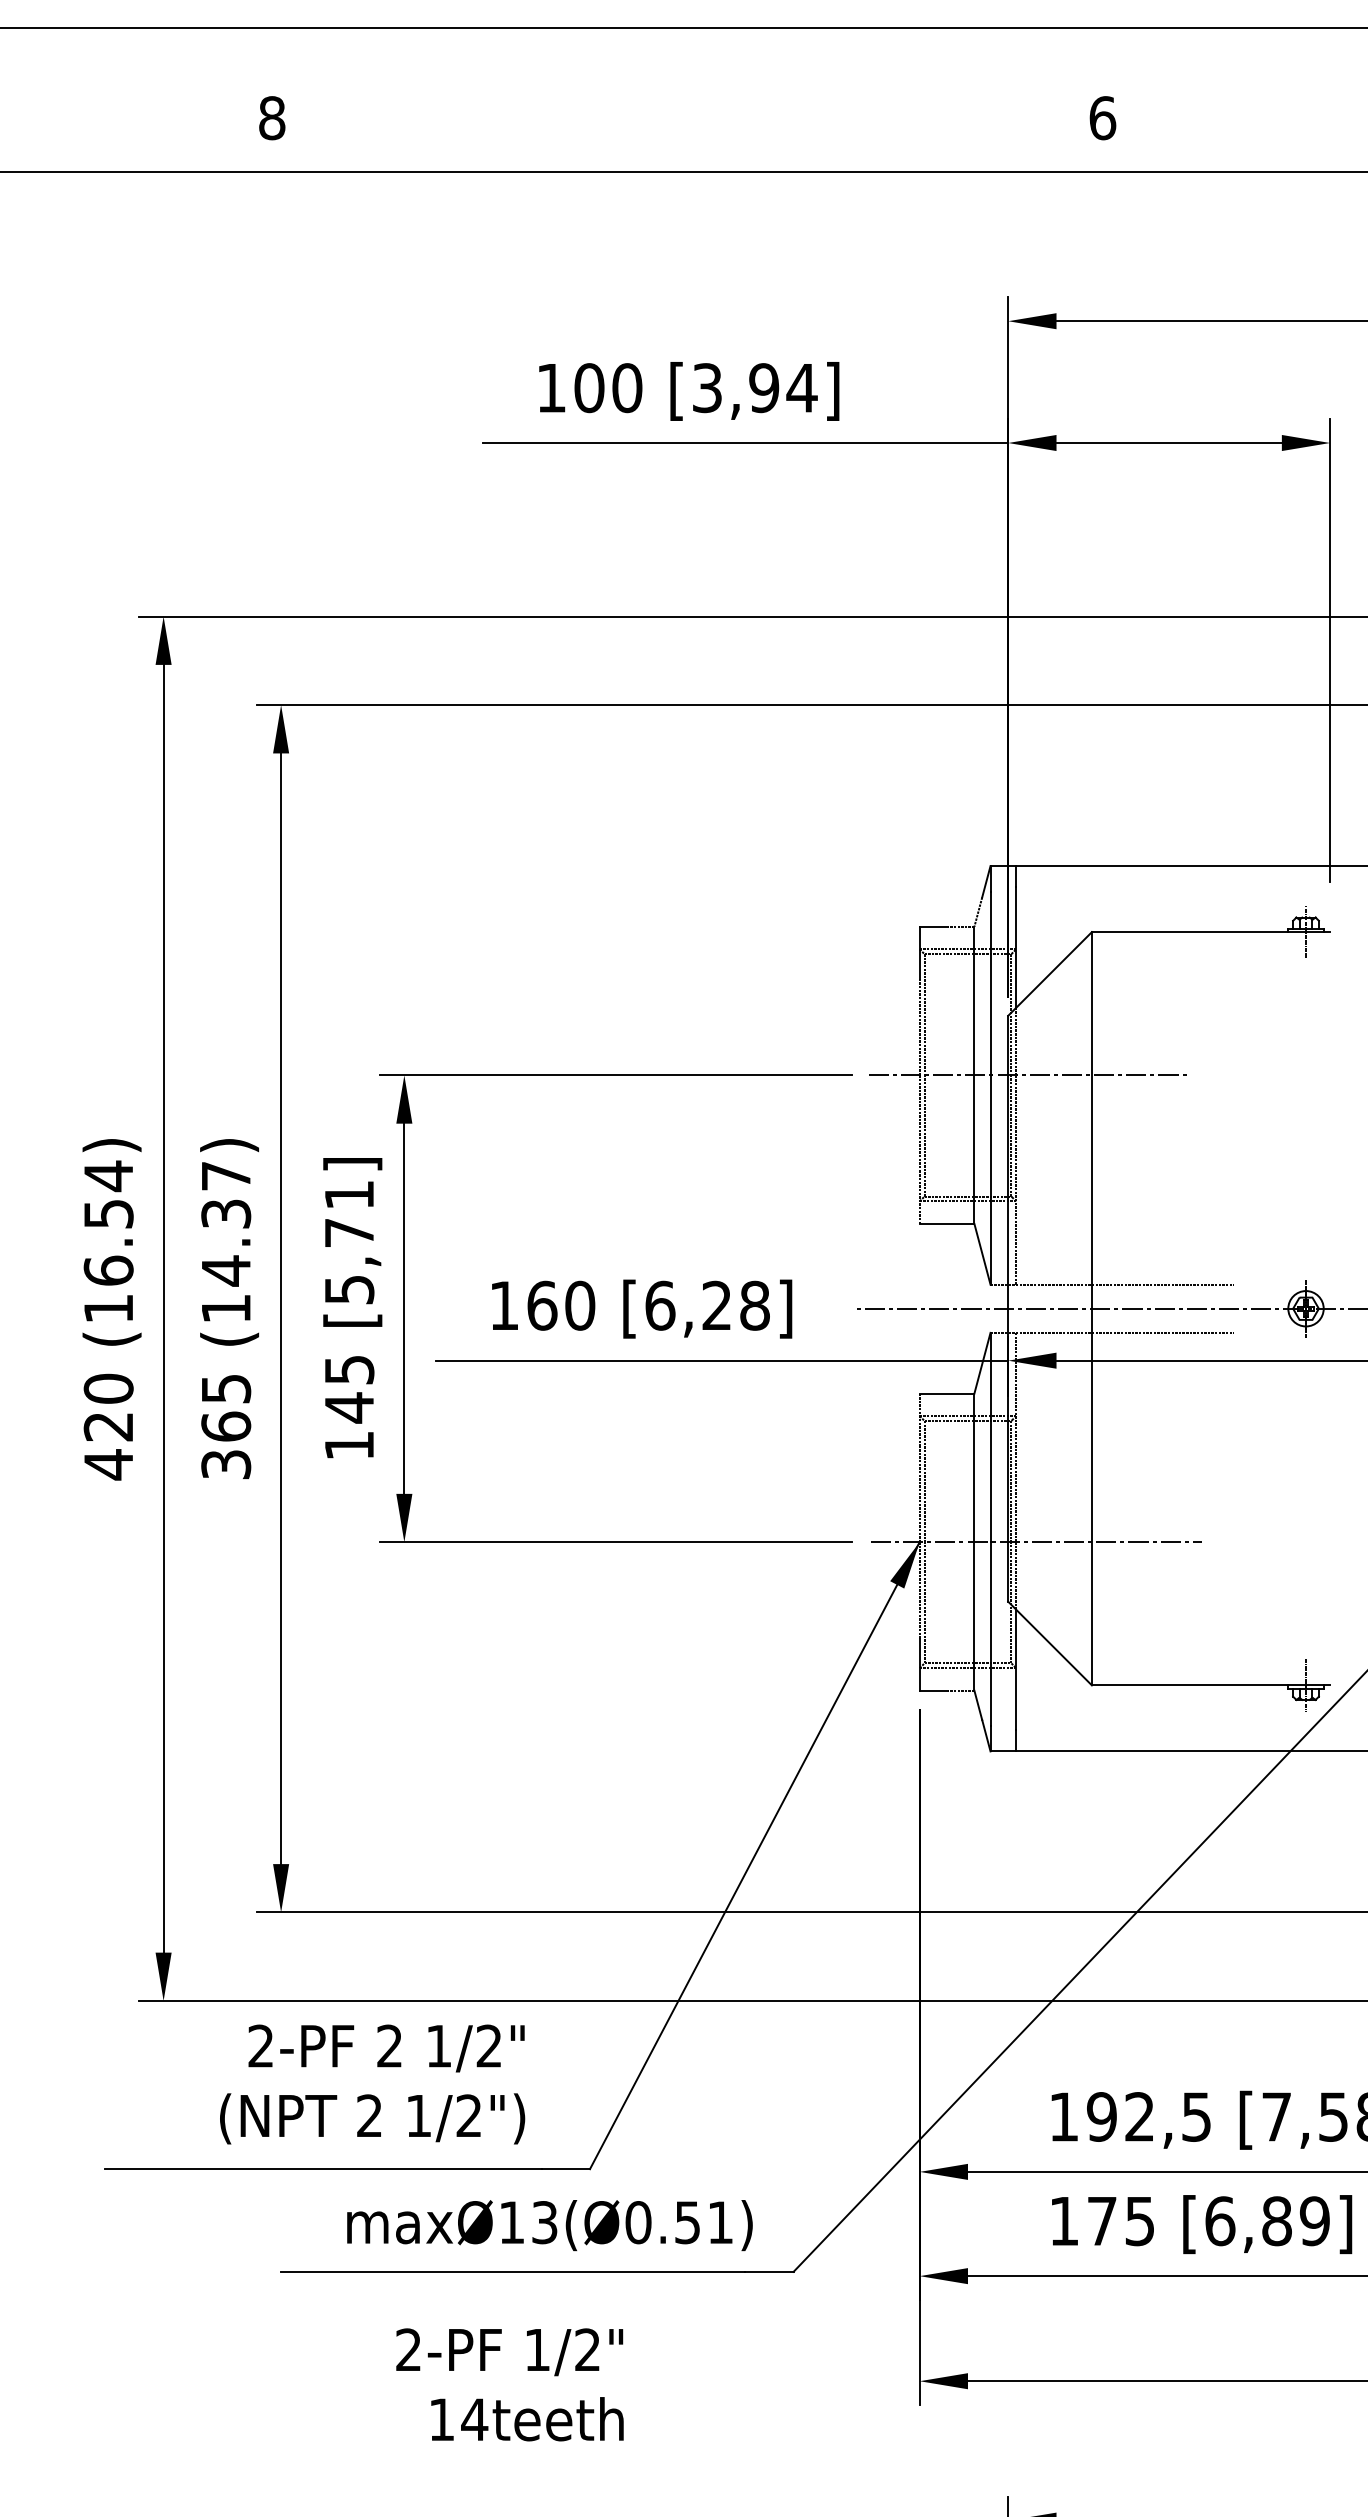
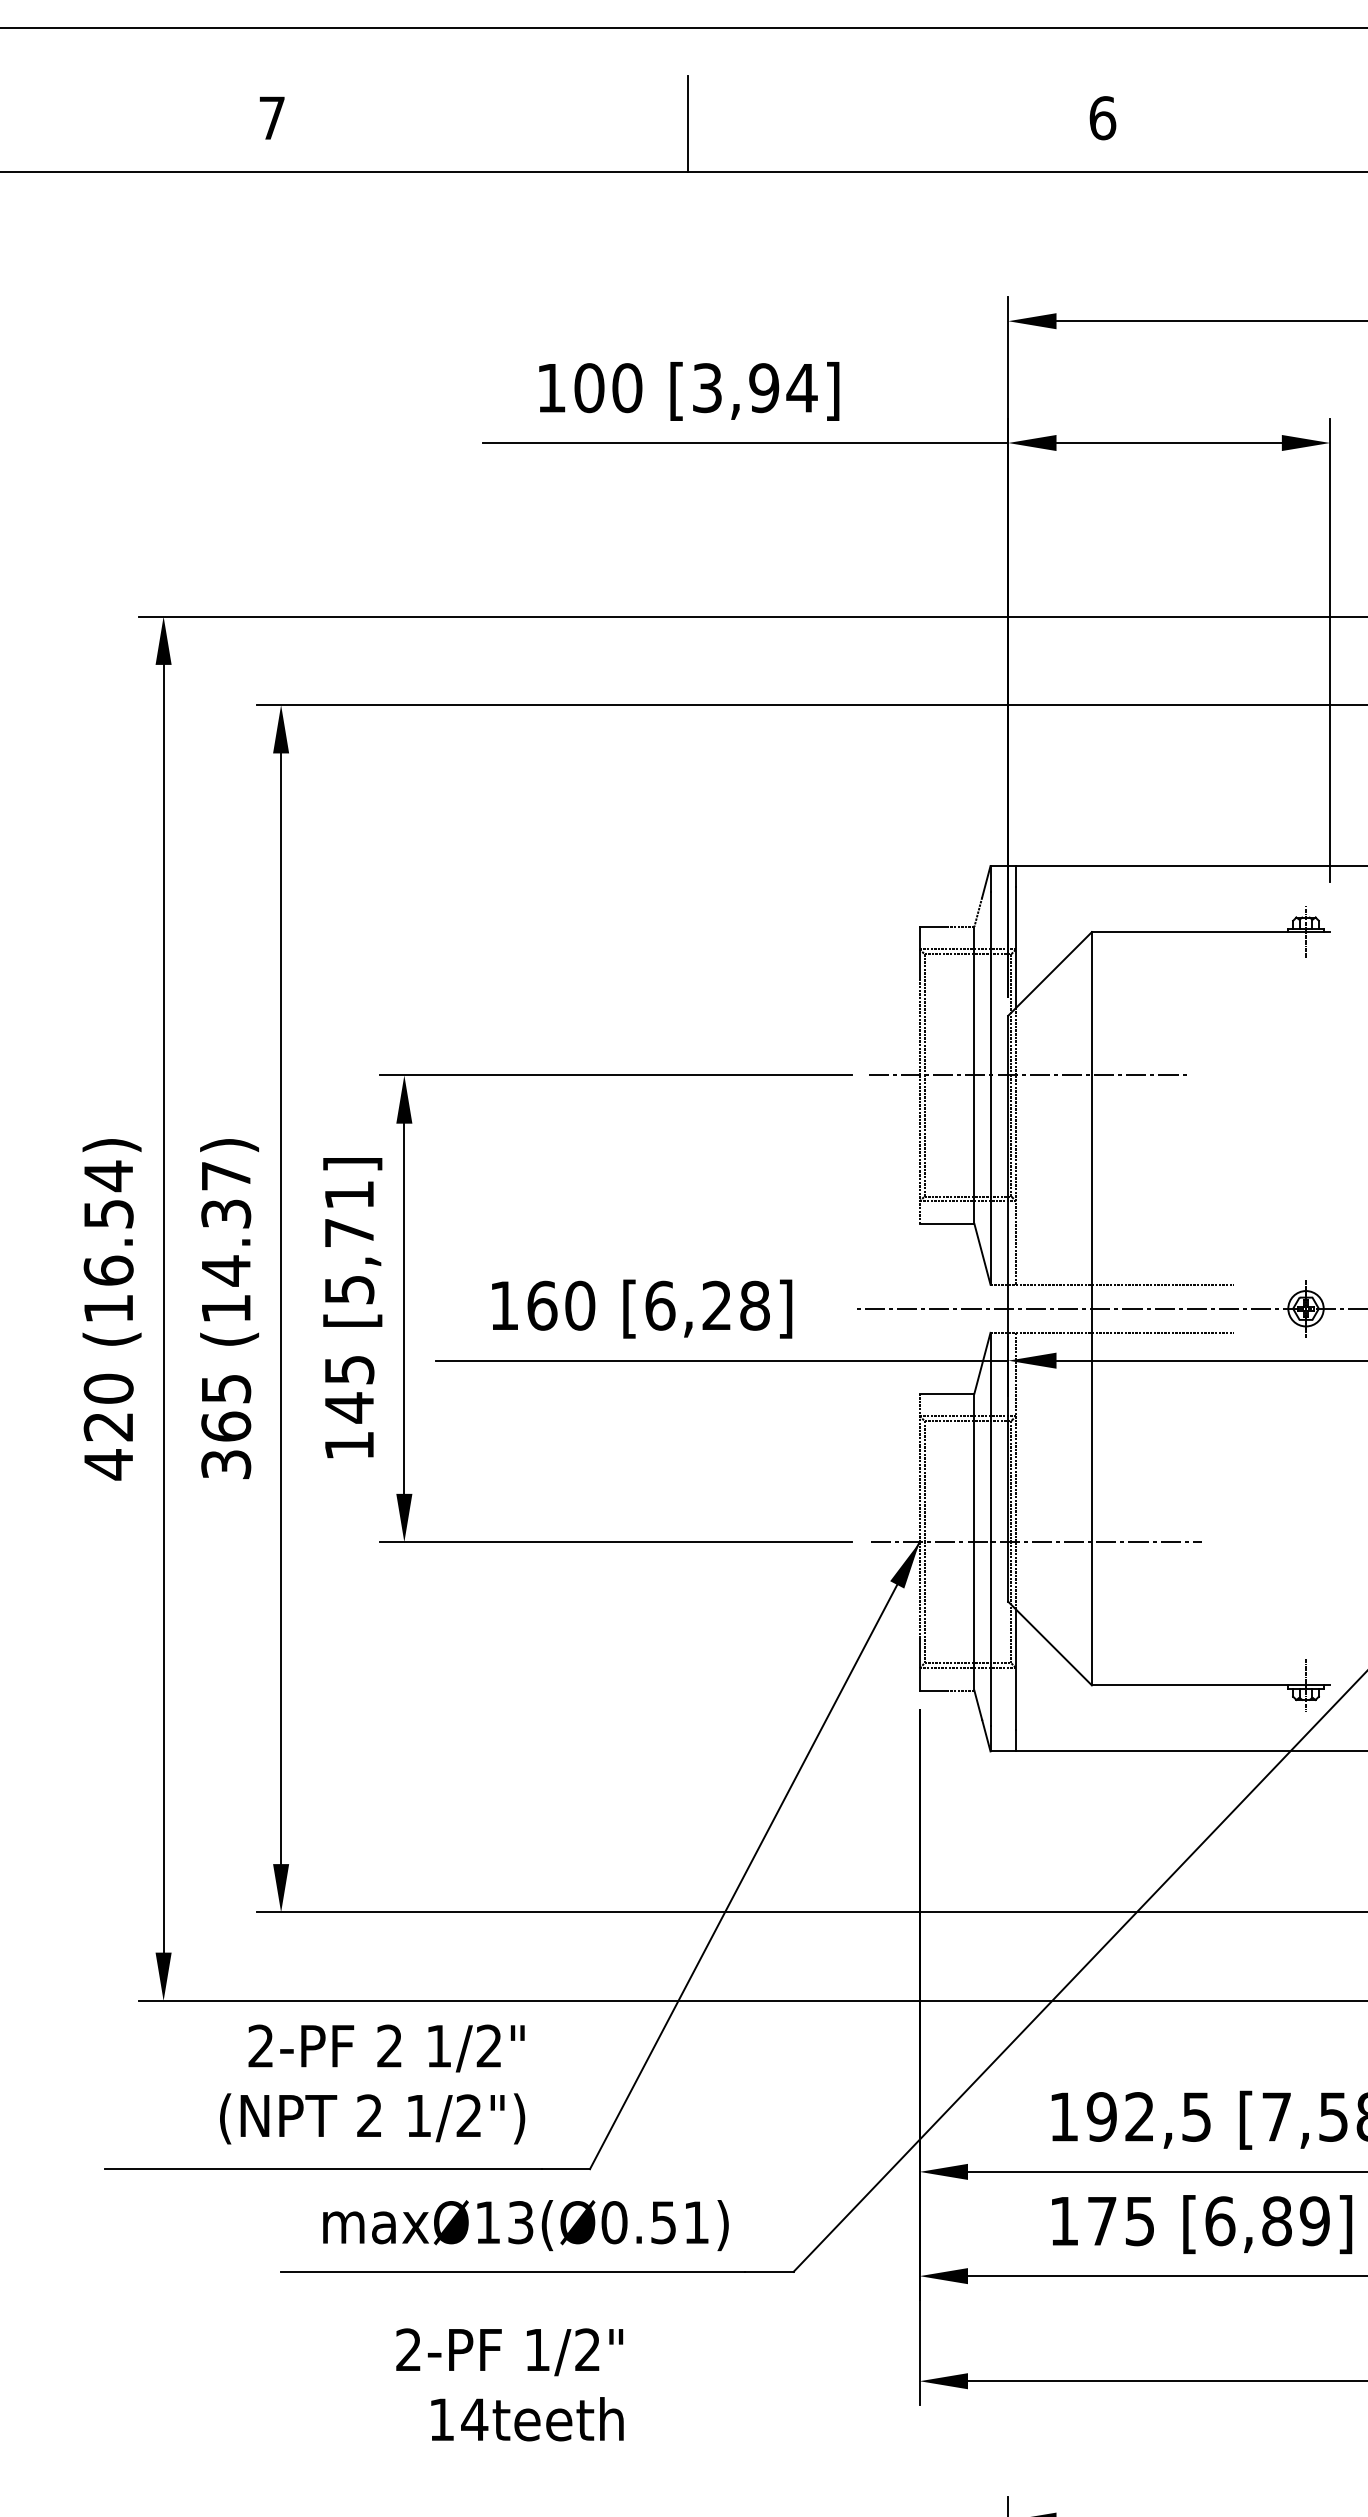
text at (272, 118): 8 -> 7
line at (687, 123): none -> present
text at (549, 2225) position: (549, 2225) -> (525, 2225)
